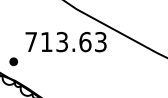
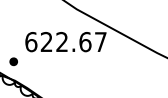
text at (65, 41): 713.63 -> 622.67
